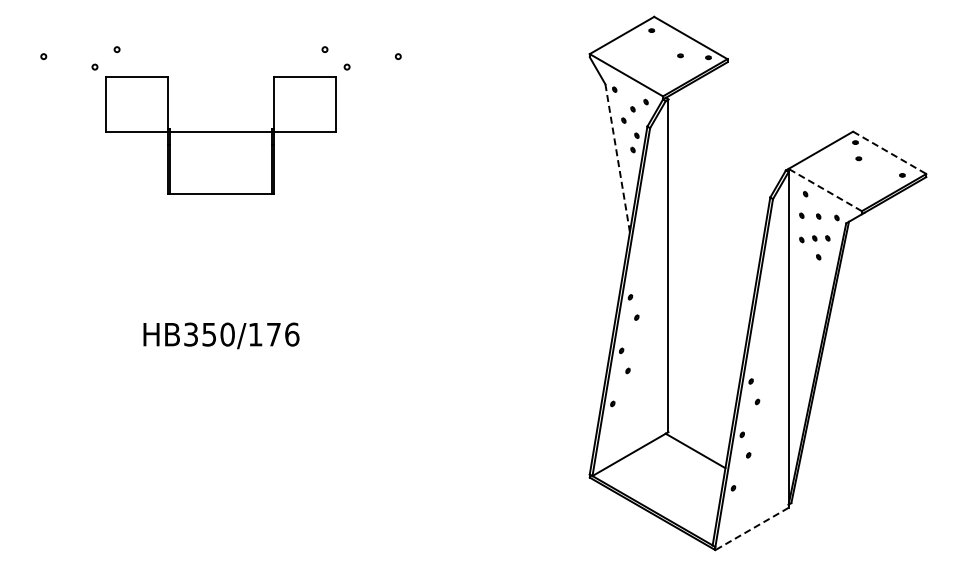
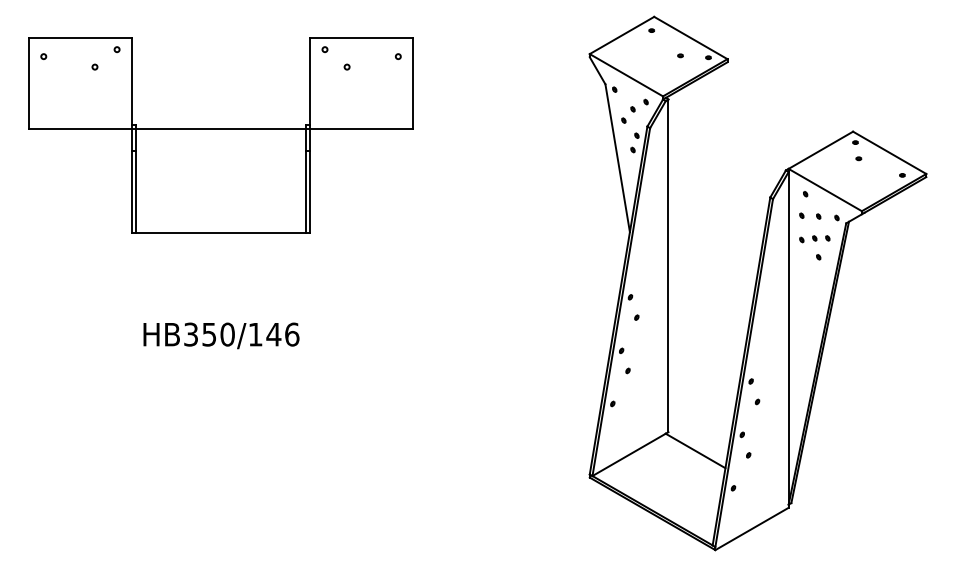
part at (220, 135) size: 232x119 px -> 386x197 px
line at (890, 153): dashed -> solid
line at (617, 158): dashed -> solid
line at (824, 189): dashed -> solid
text at (273, 334): HB350/176 -> HB350/146
line at (751, 529): dashed -> solid
